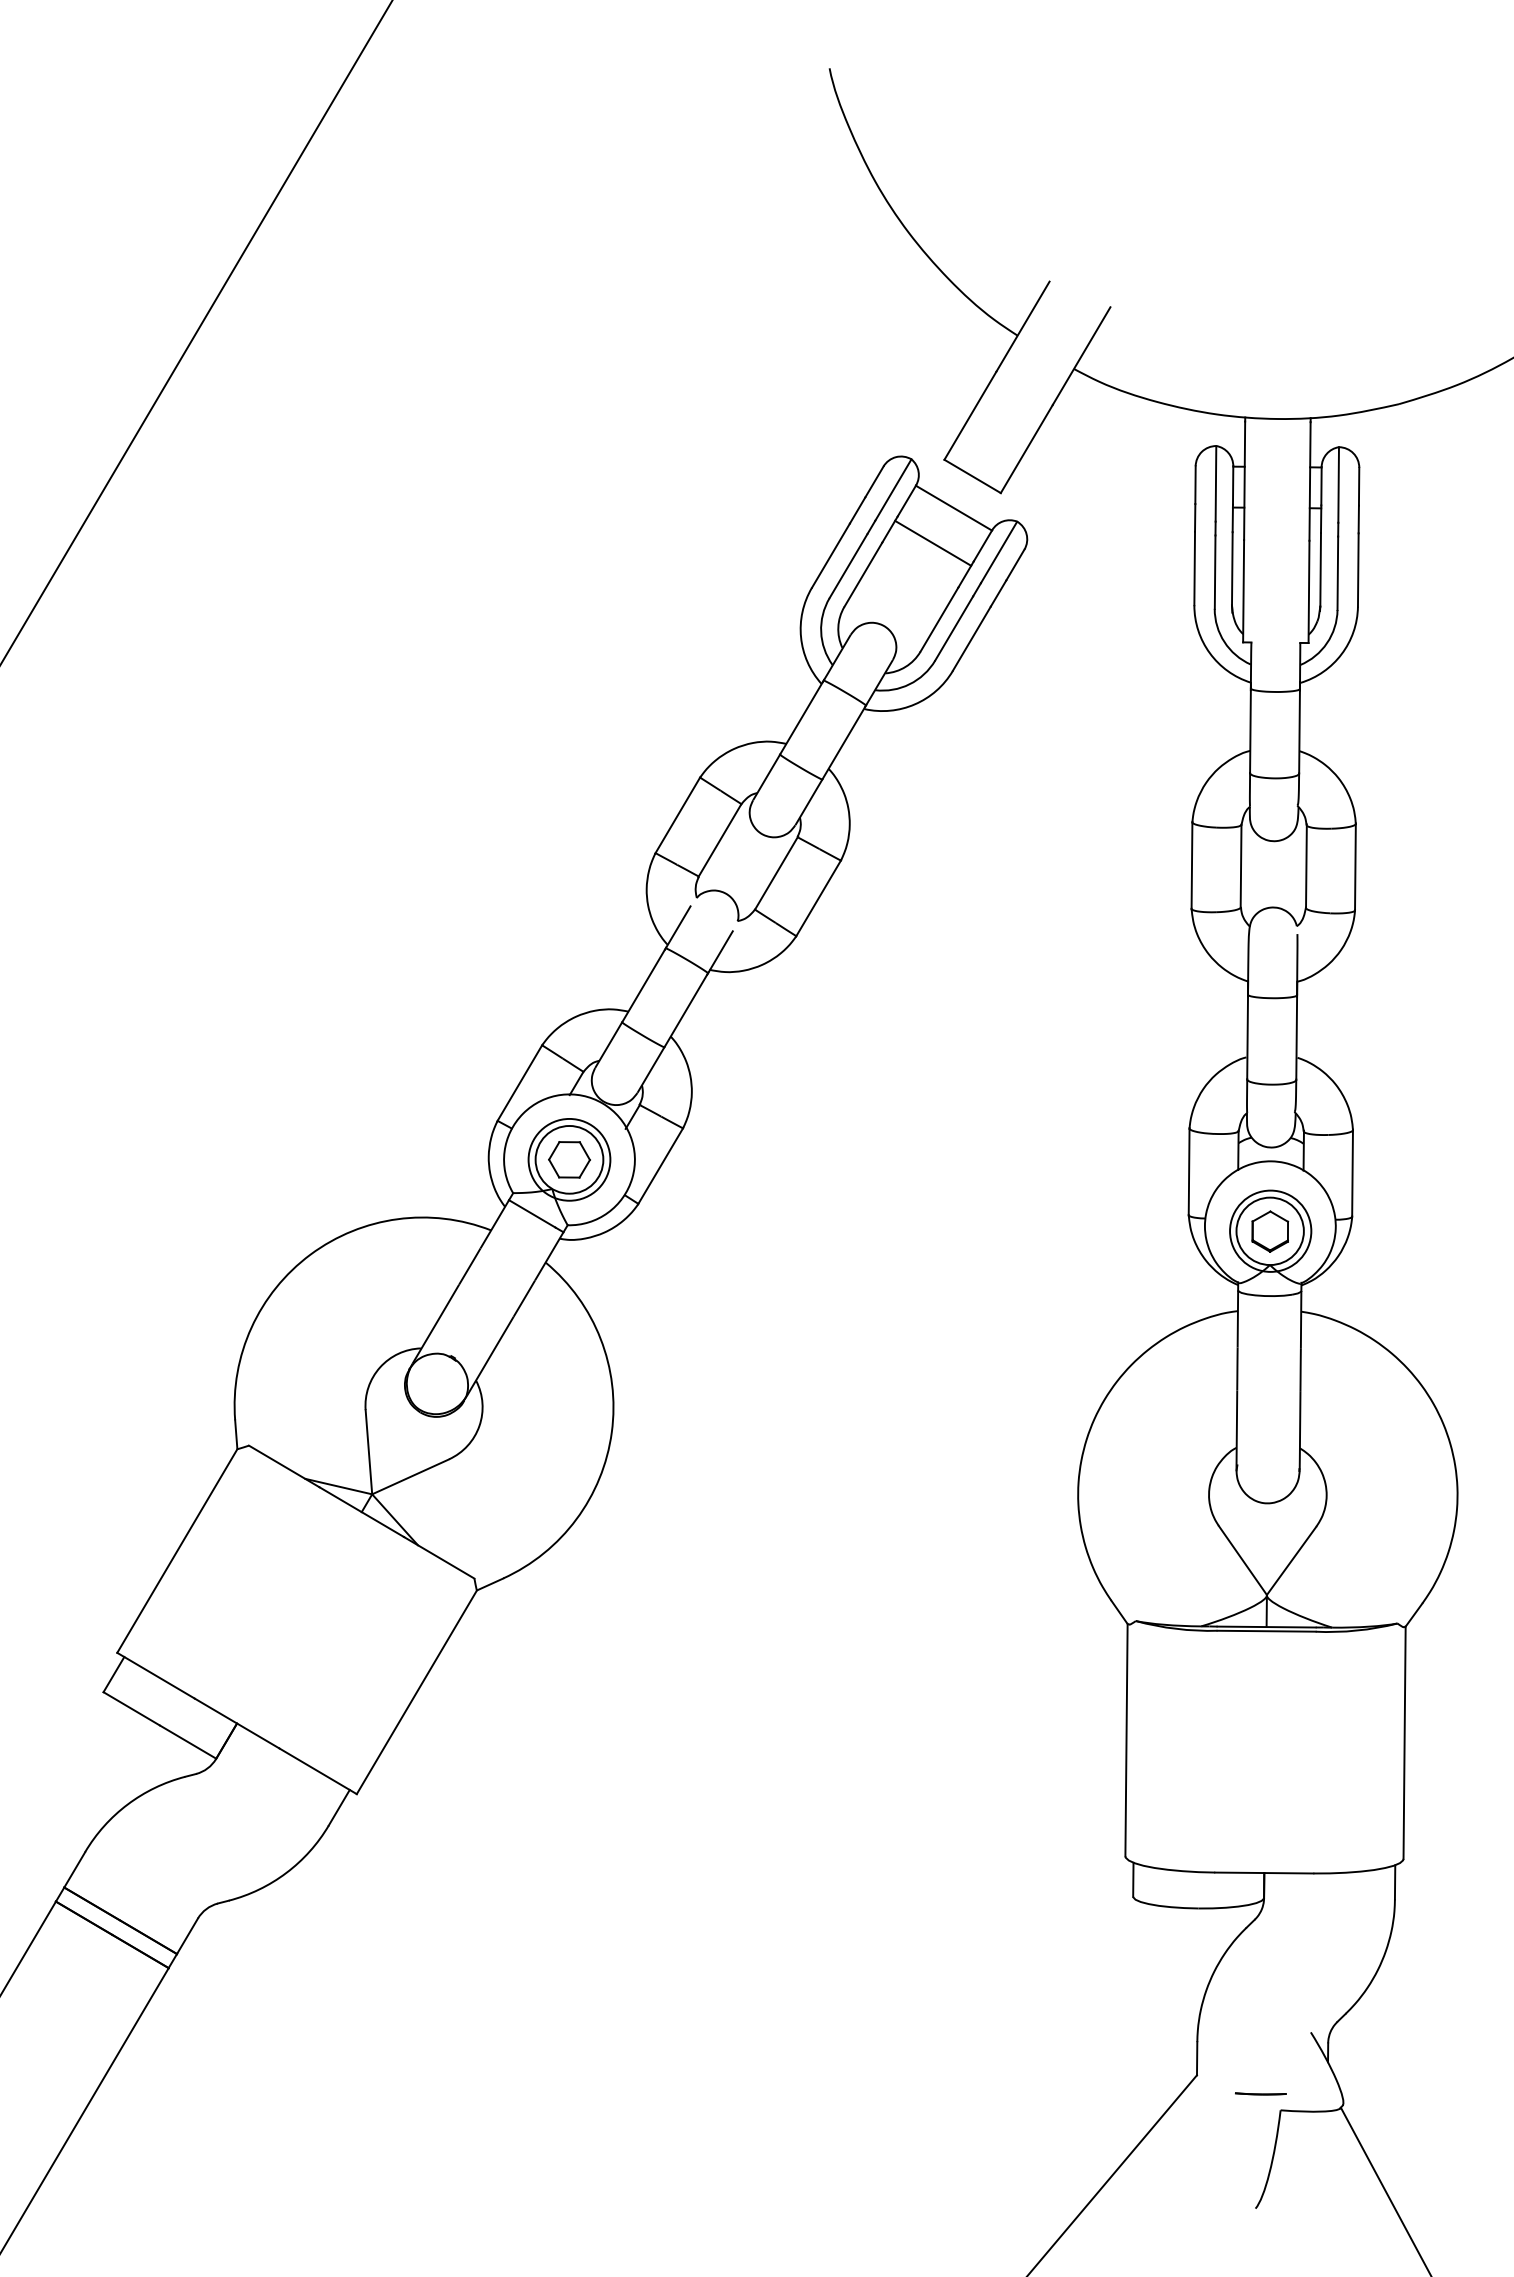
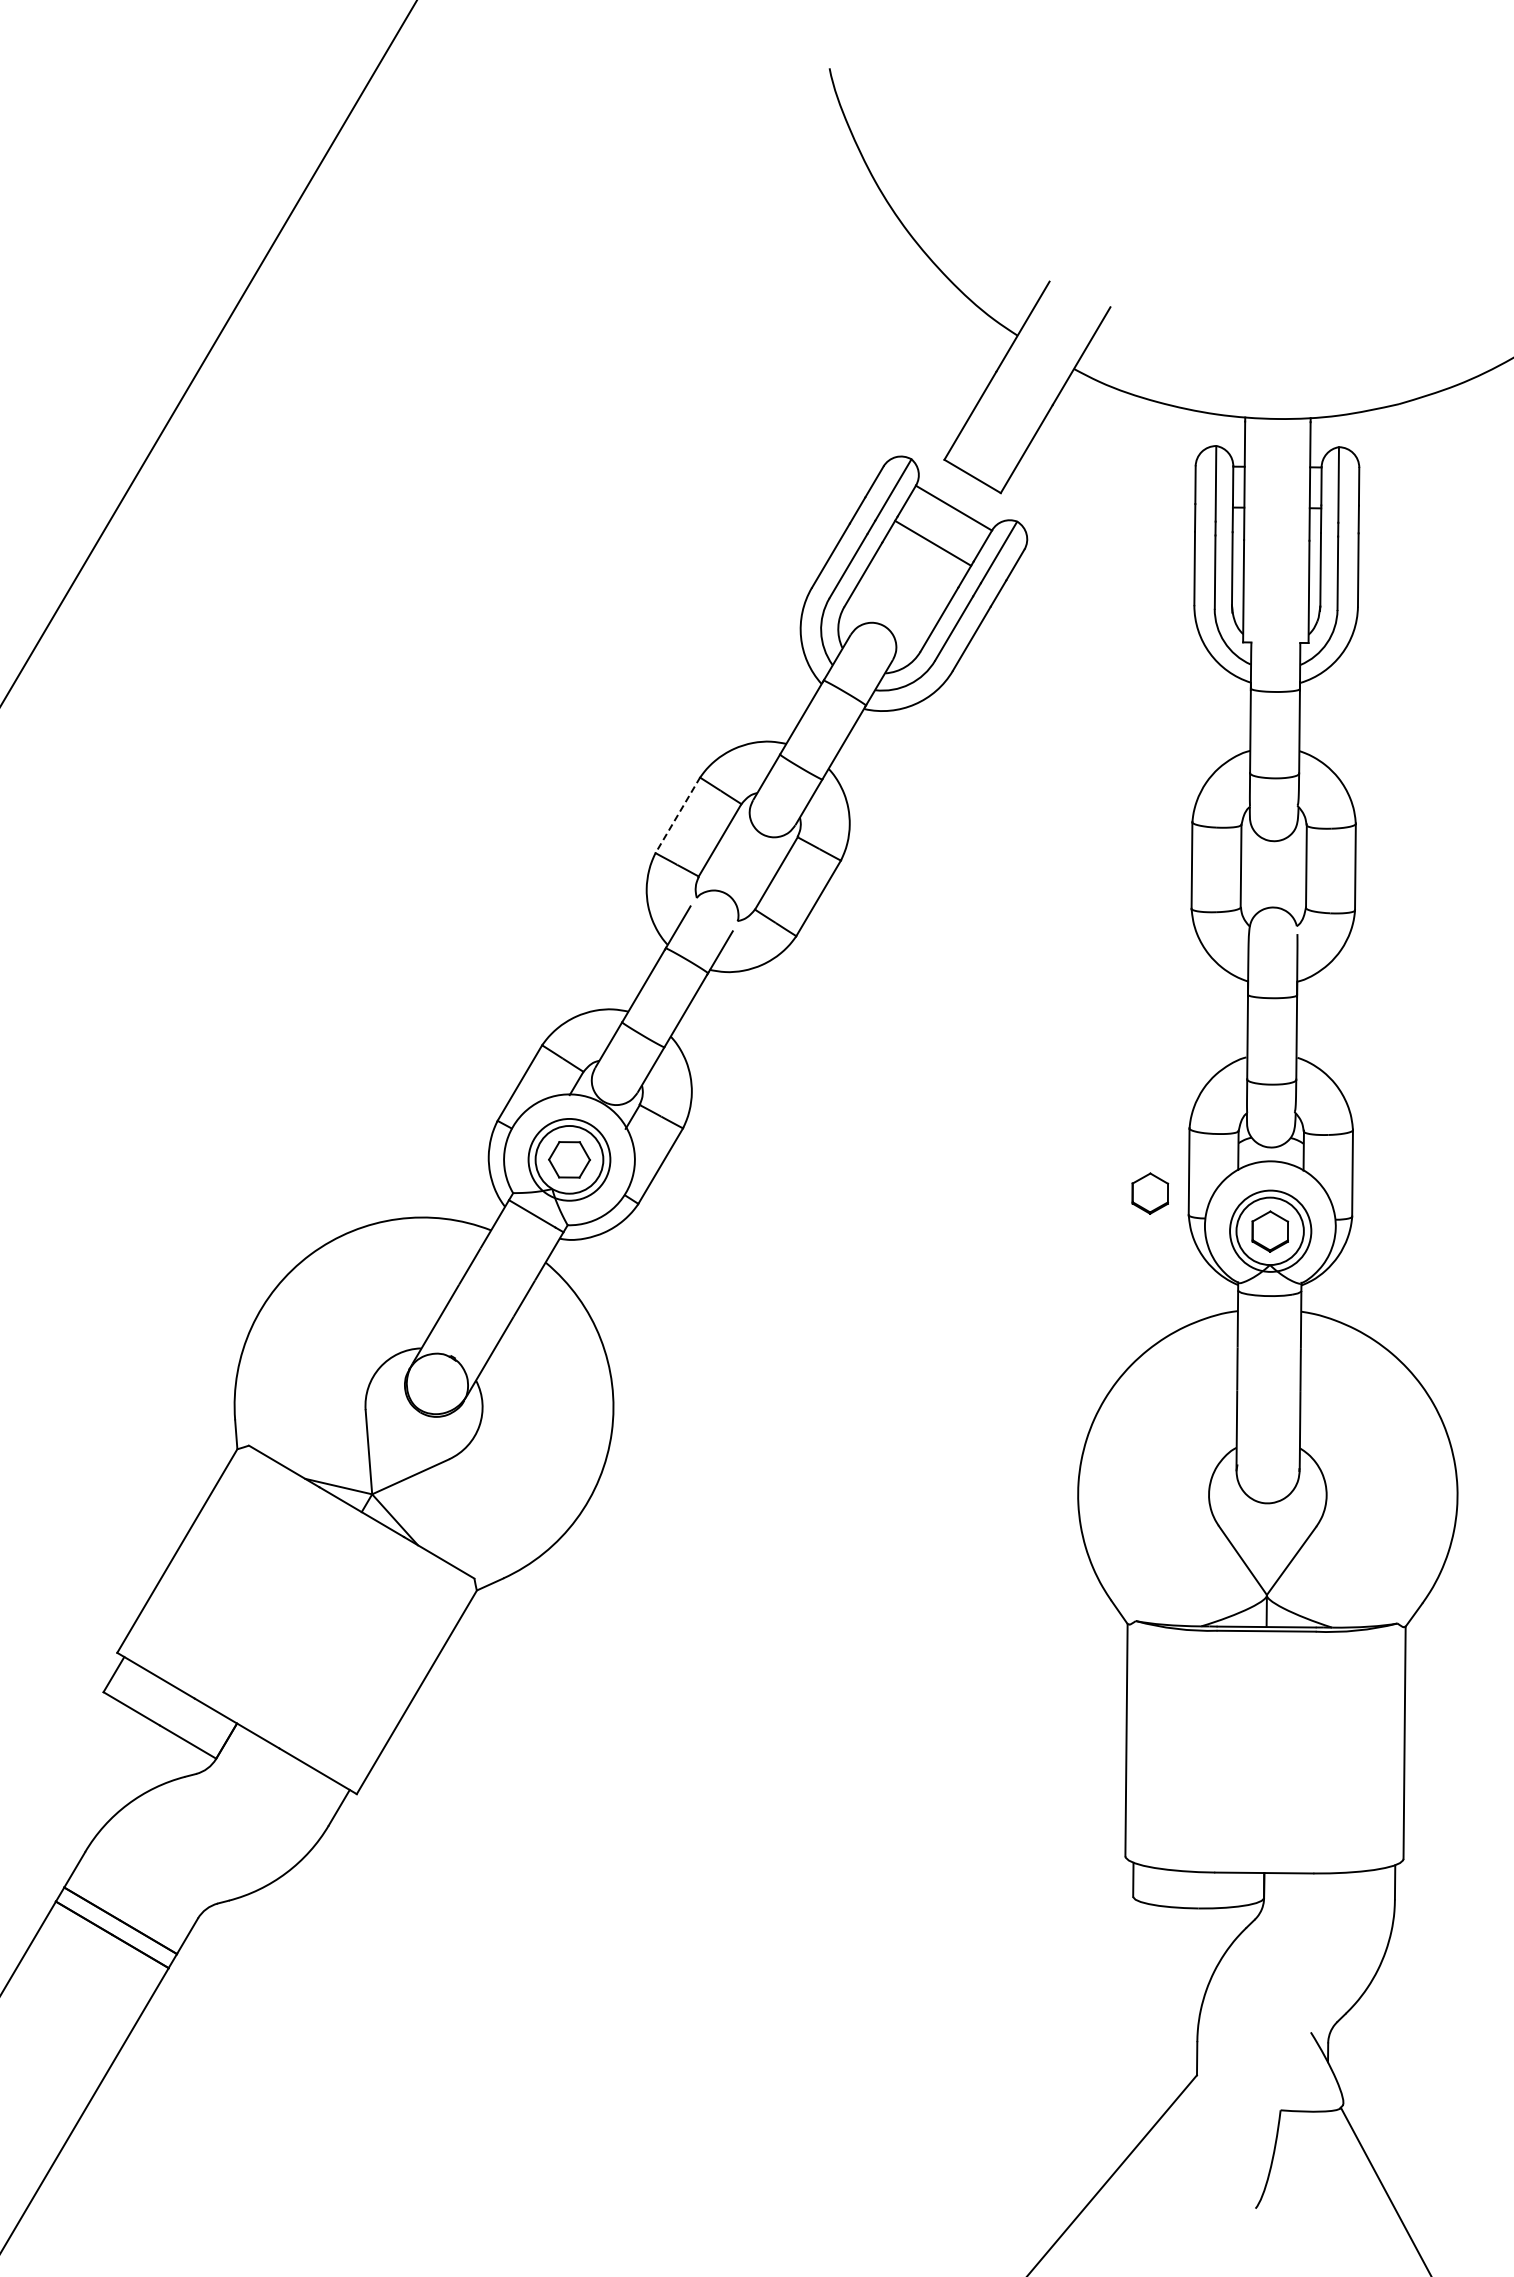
line at (196, 331) position: (196, 331) -> (208, 352)
line at (677, 815): solid -> dashed
part at (1150, 1193): none -> present
line at (1260, 2093): present -> none
